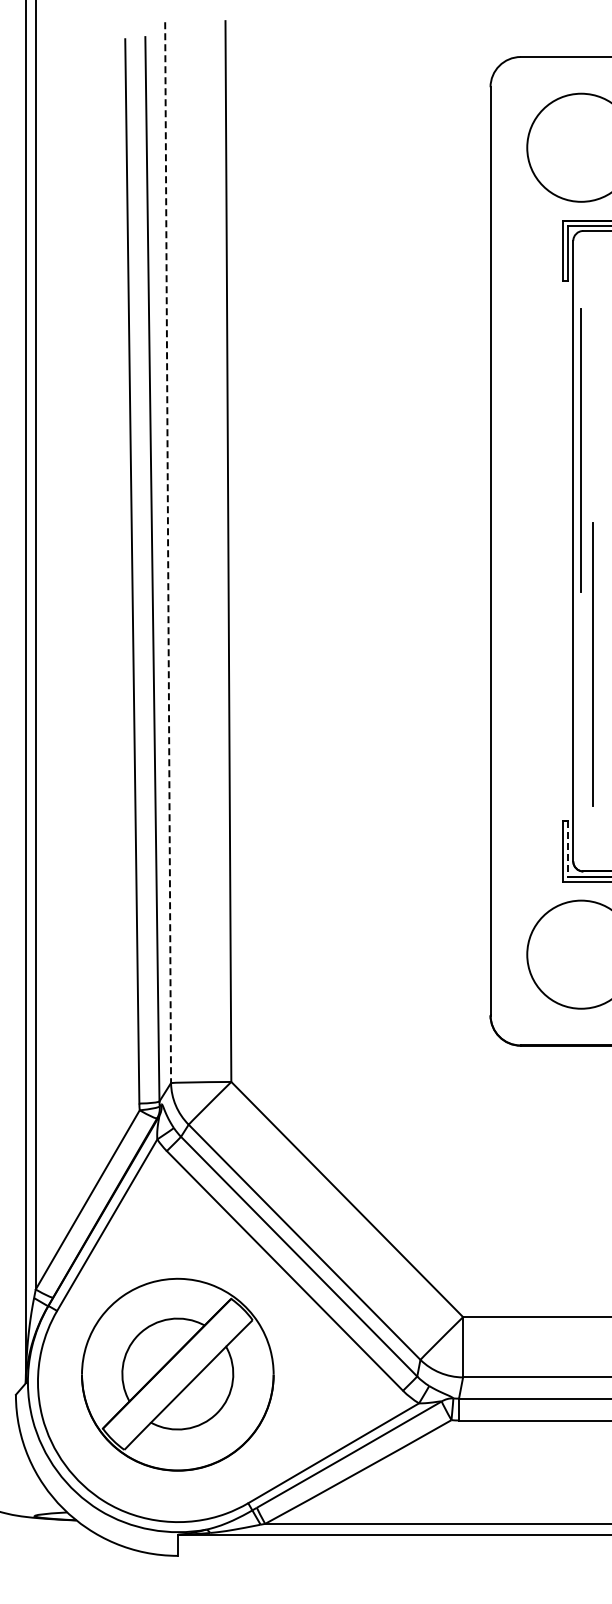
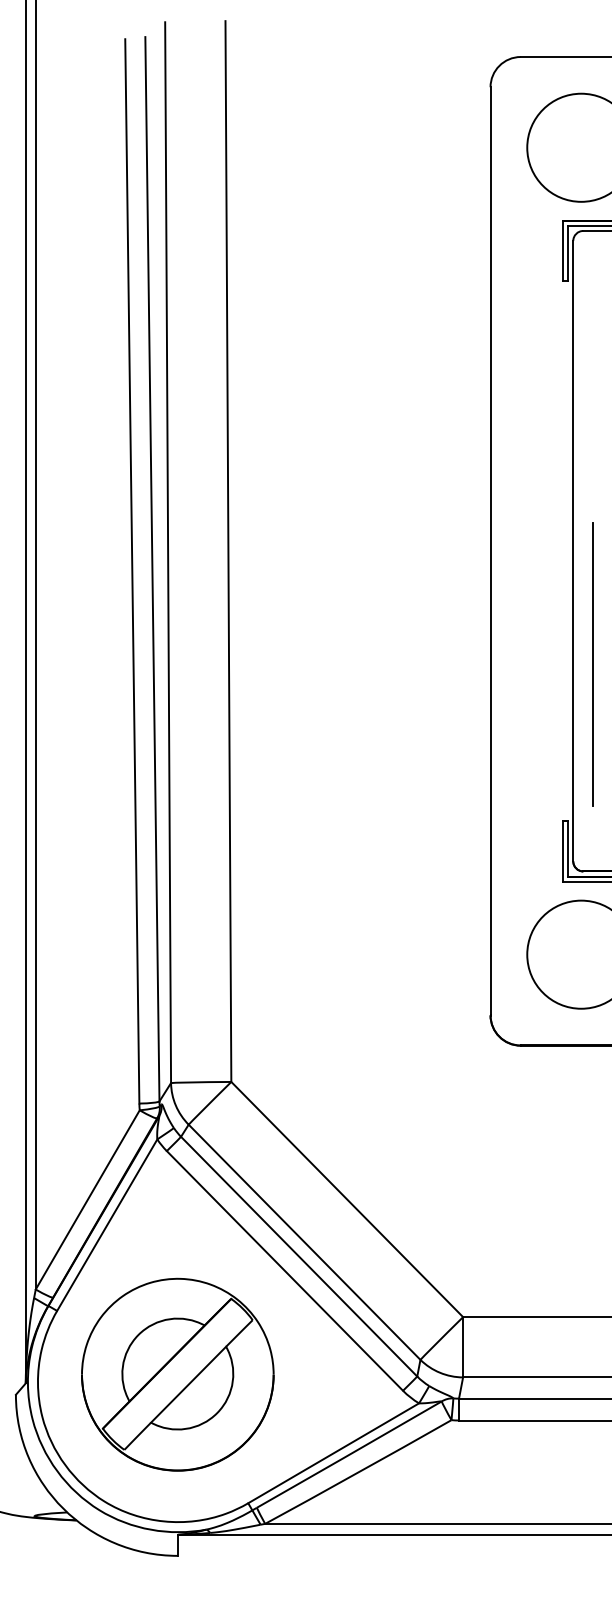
line at (580, 450): present -> none
line at (168, 553): dashed -> solid
line at (568, 848): dashed -> solid
